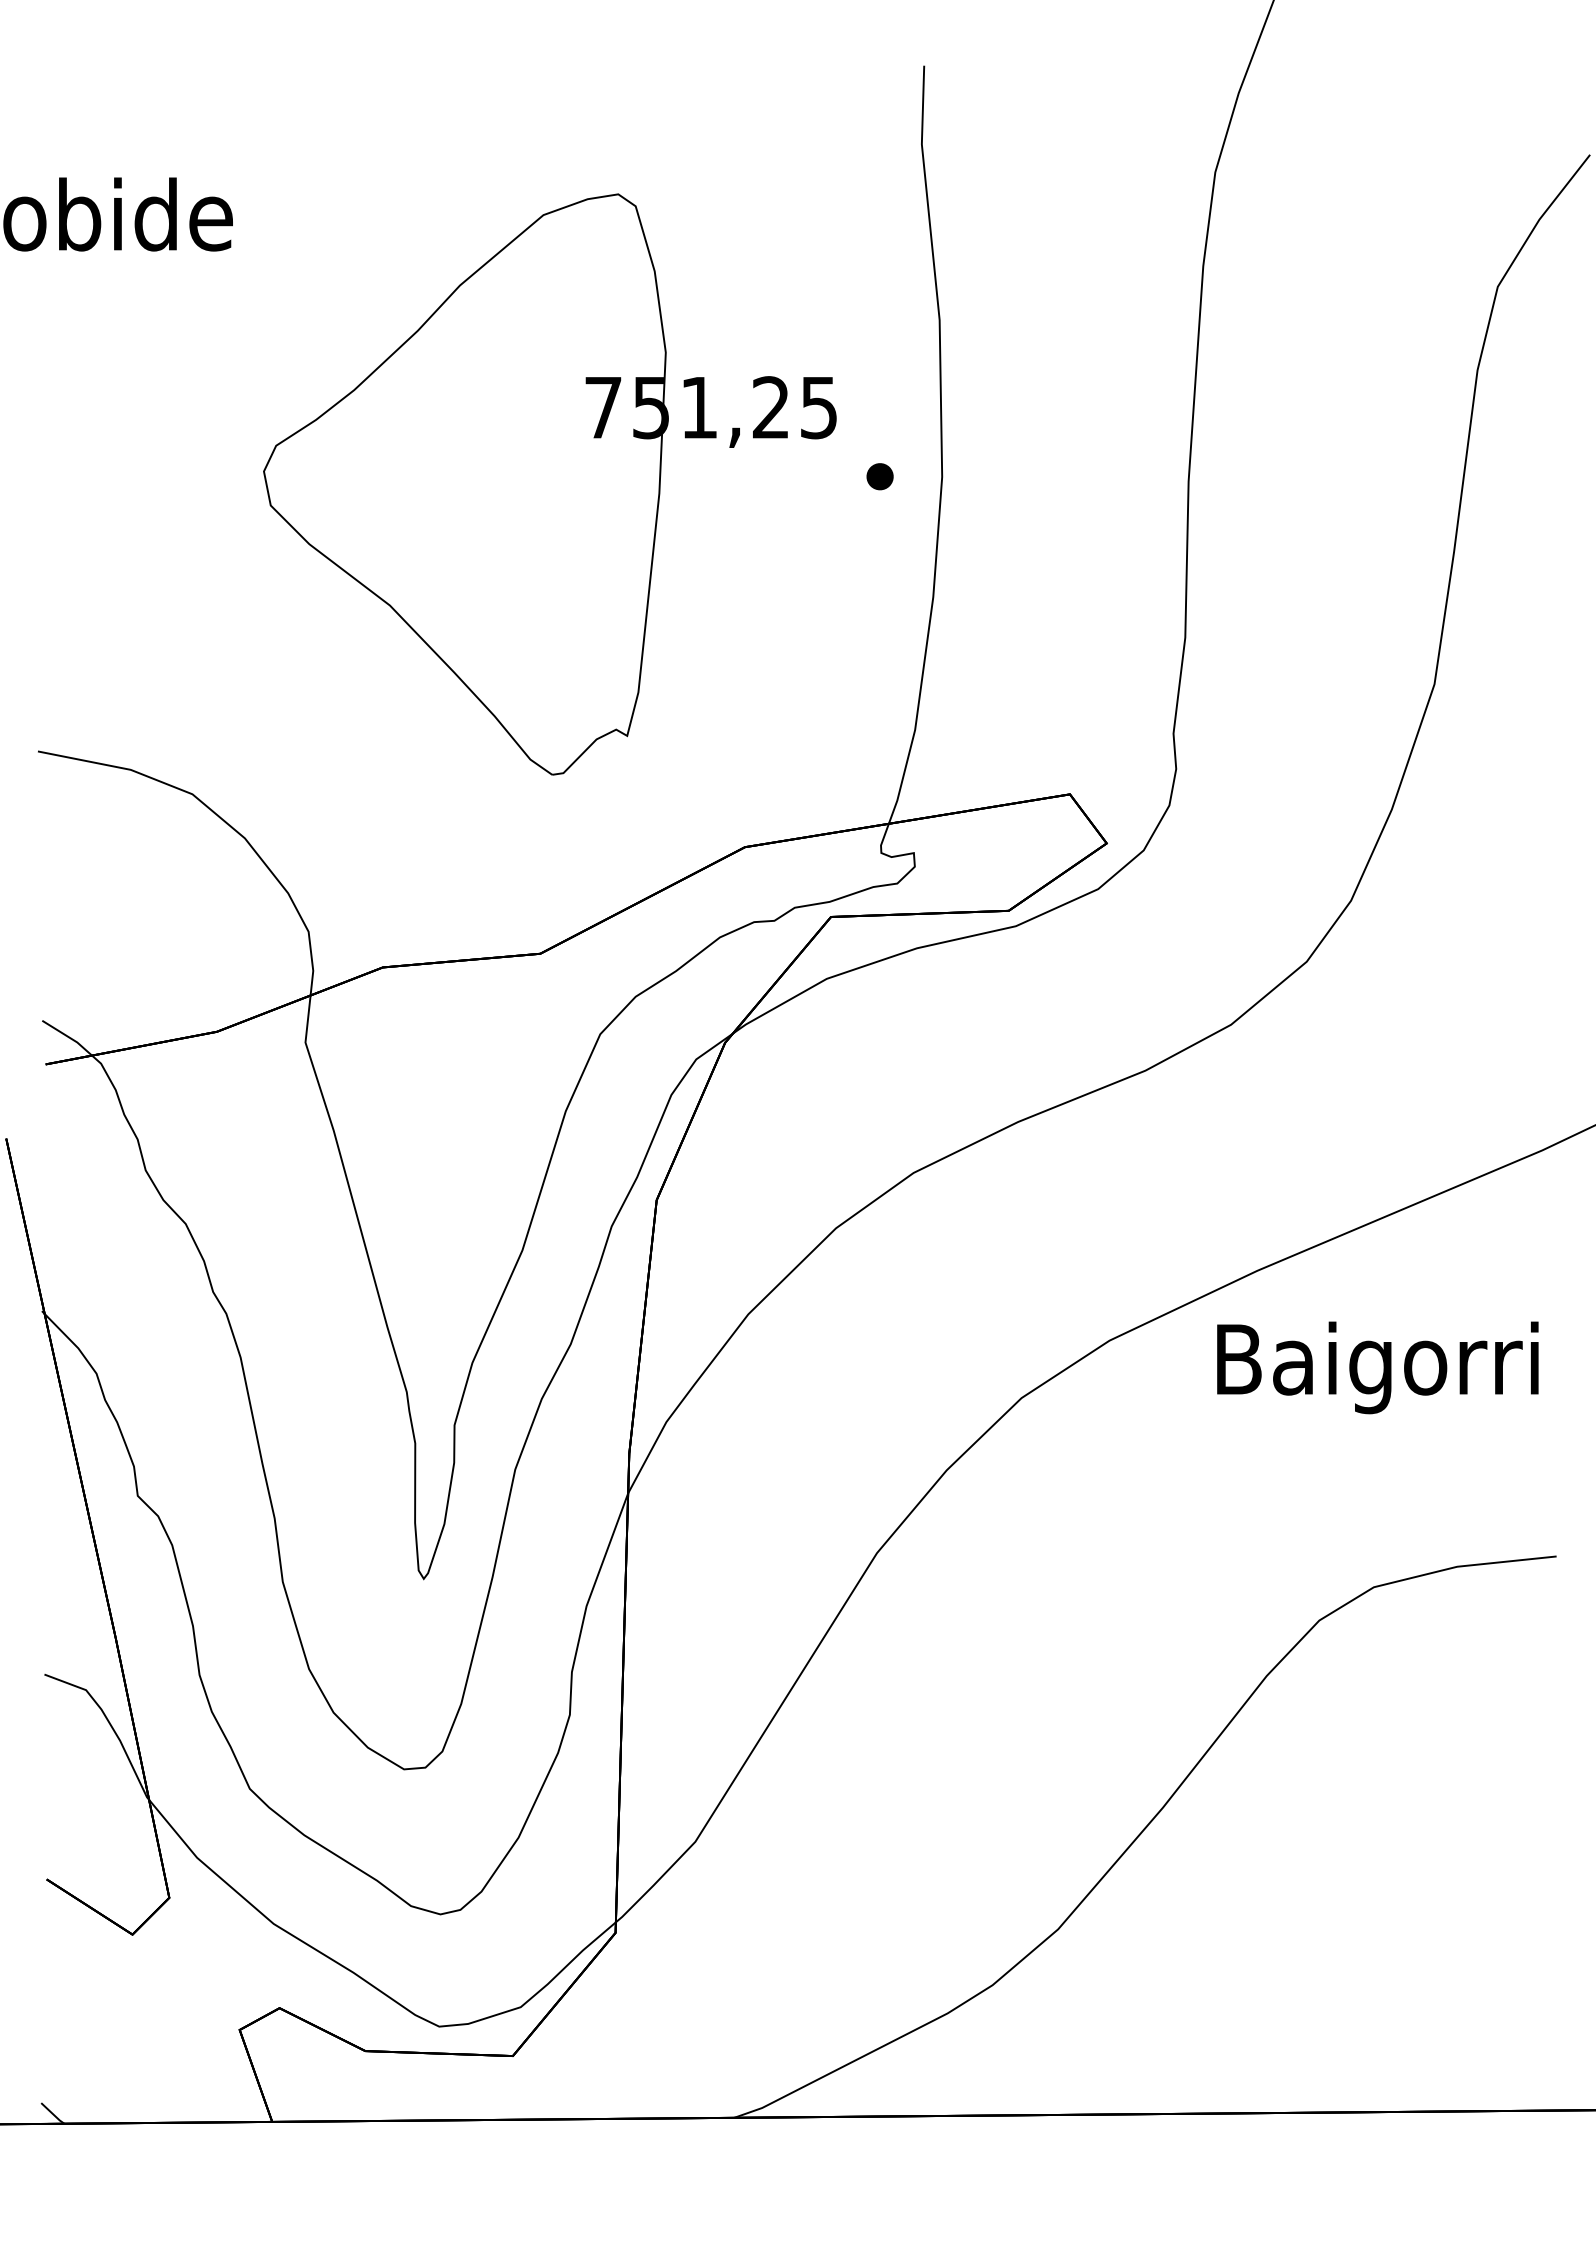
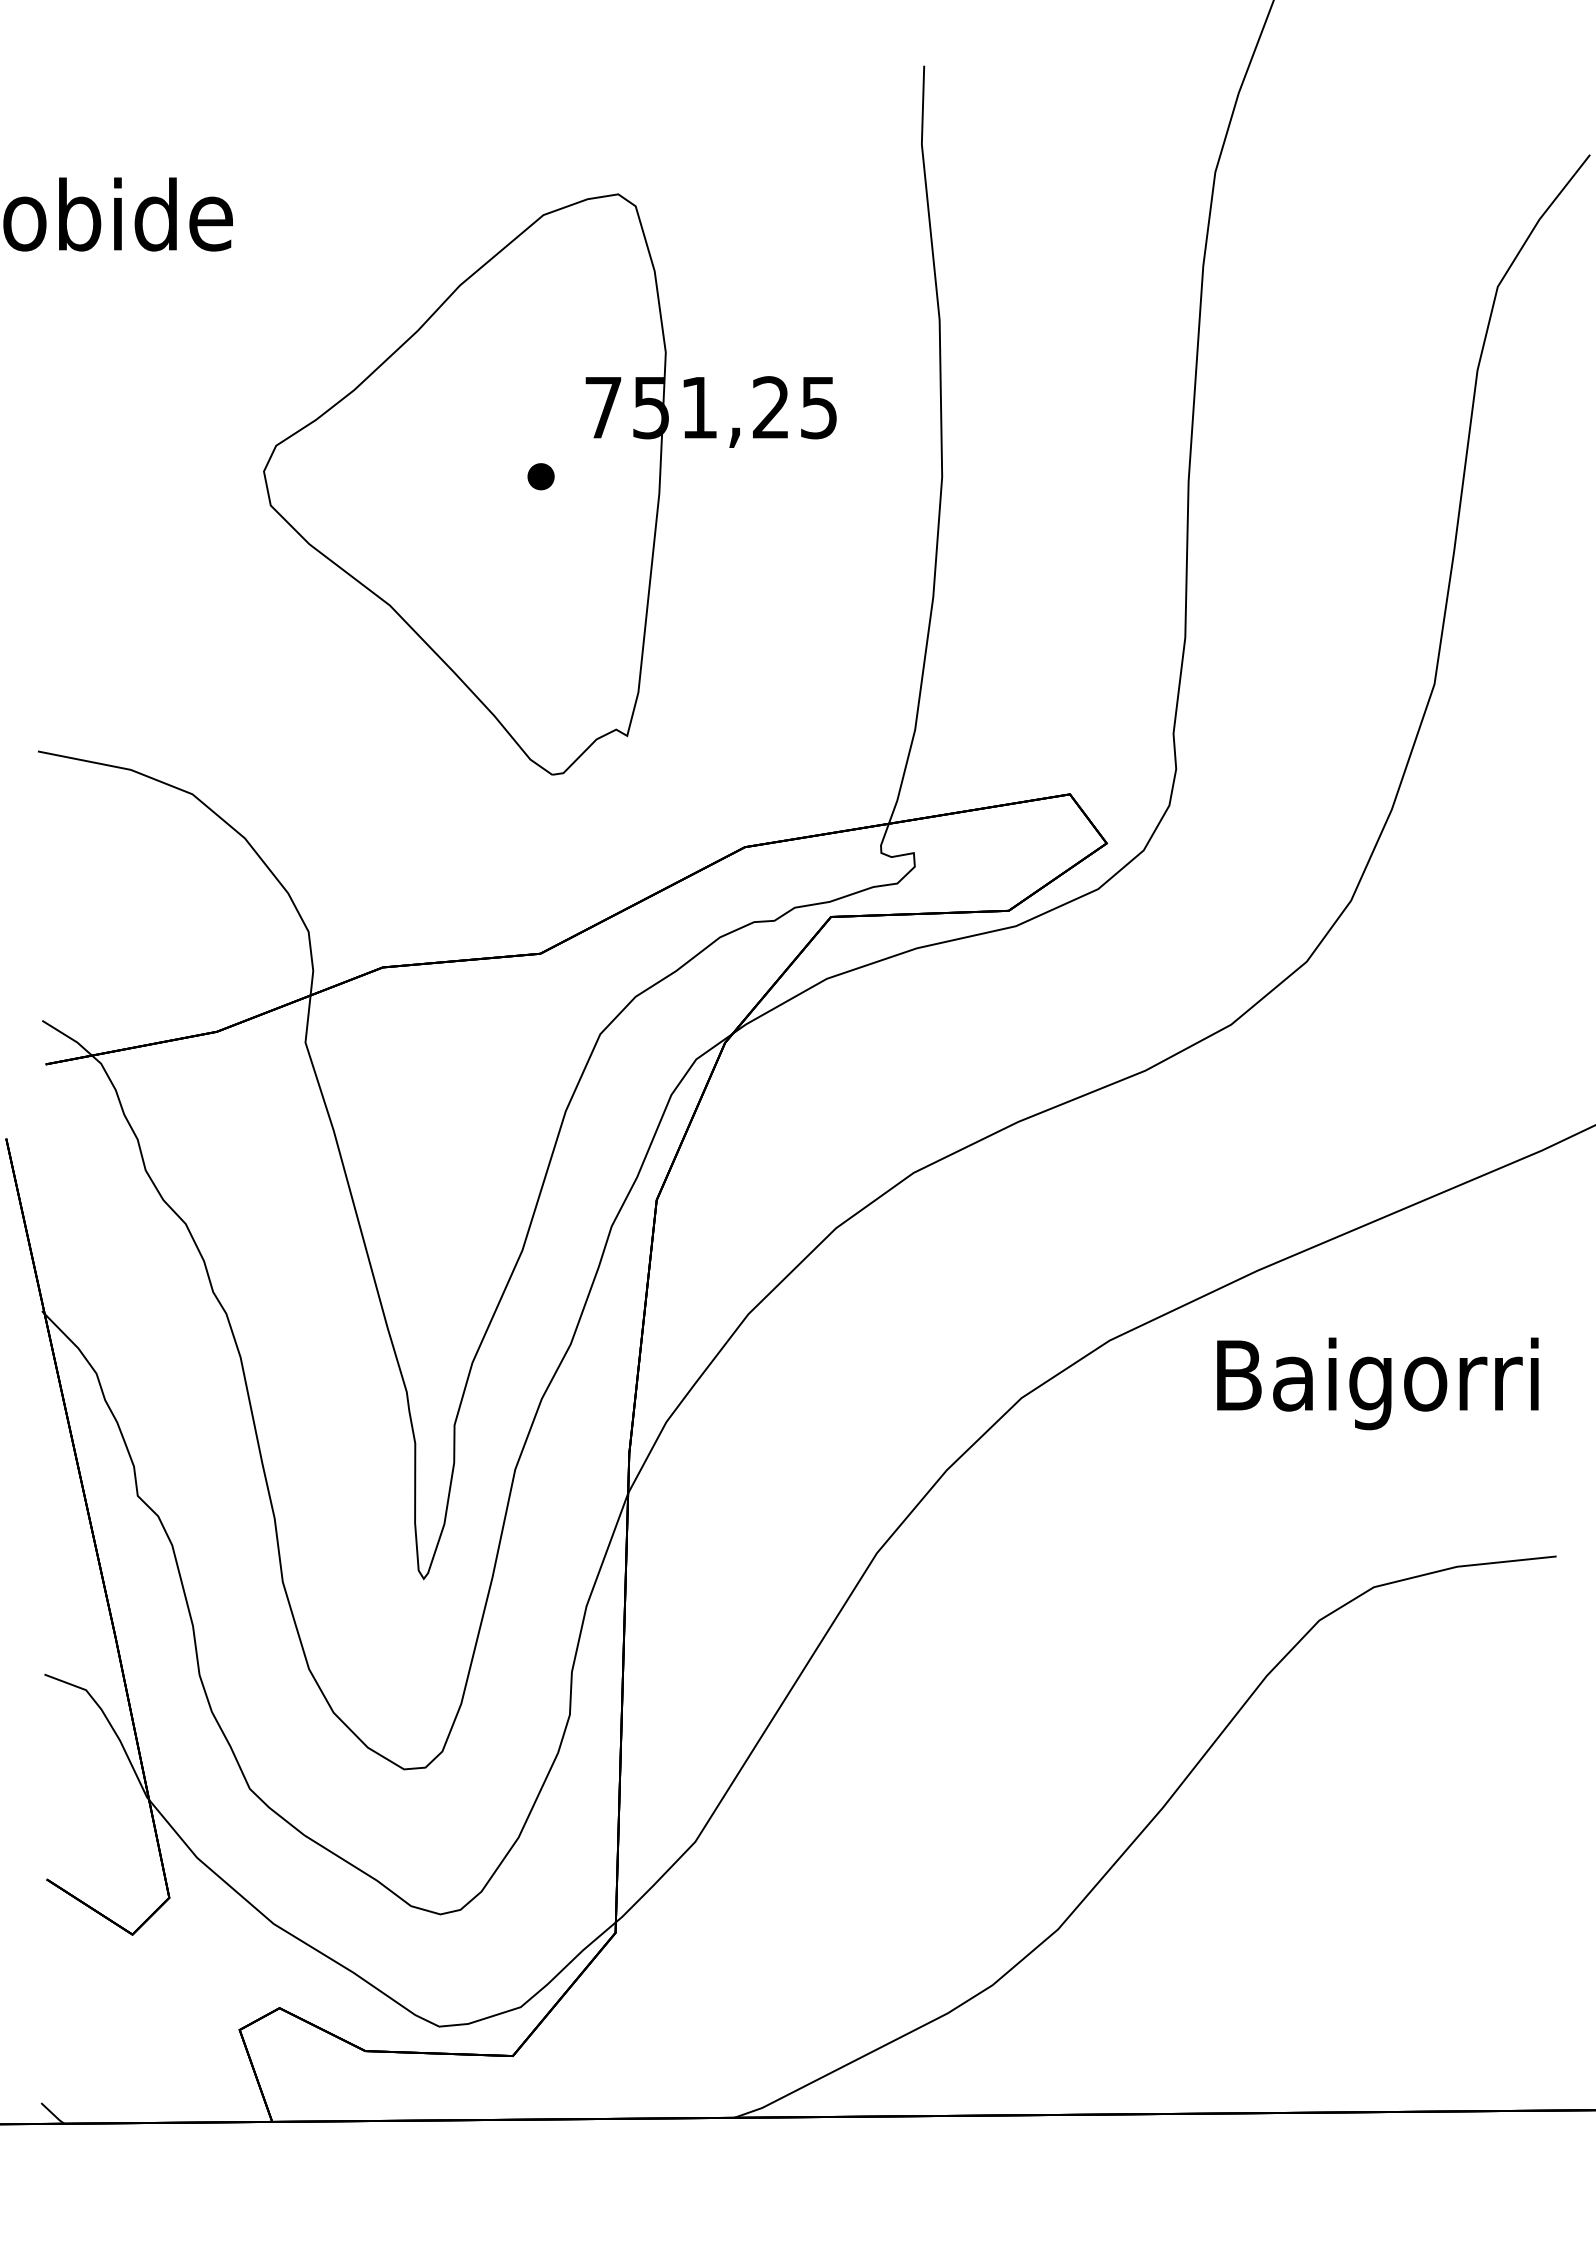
part at (879, 476) position: (879, 476) -> (540, 476)
text at (1377, 1367) position: (1377, 1367) -> (1377, 1383)
